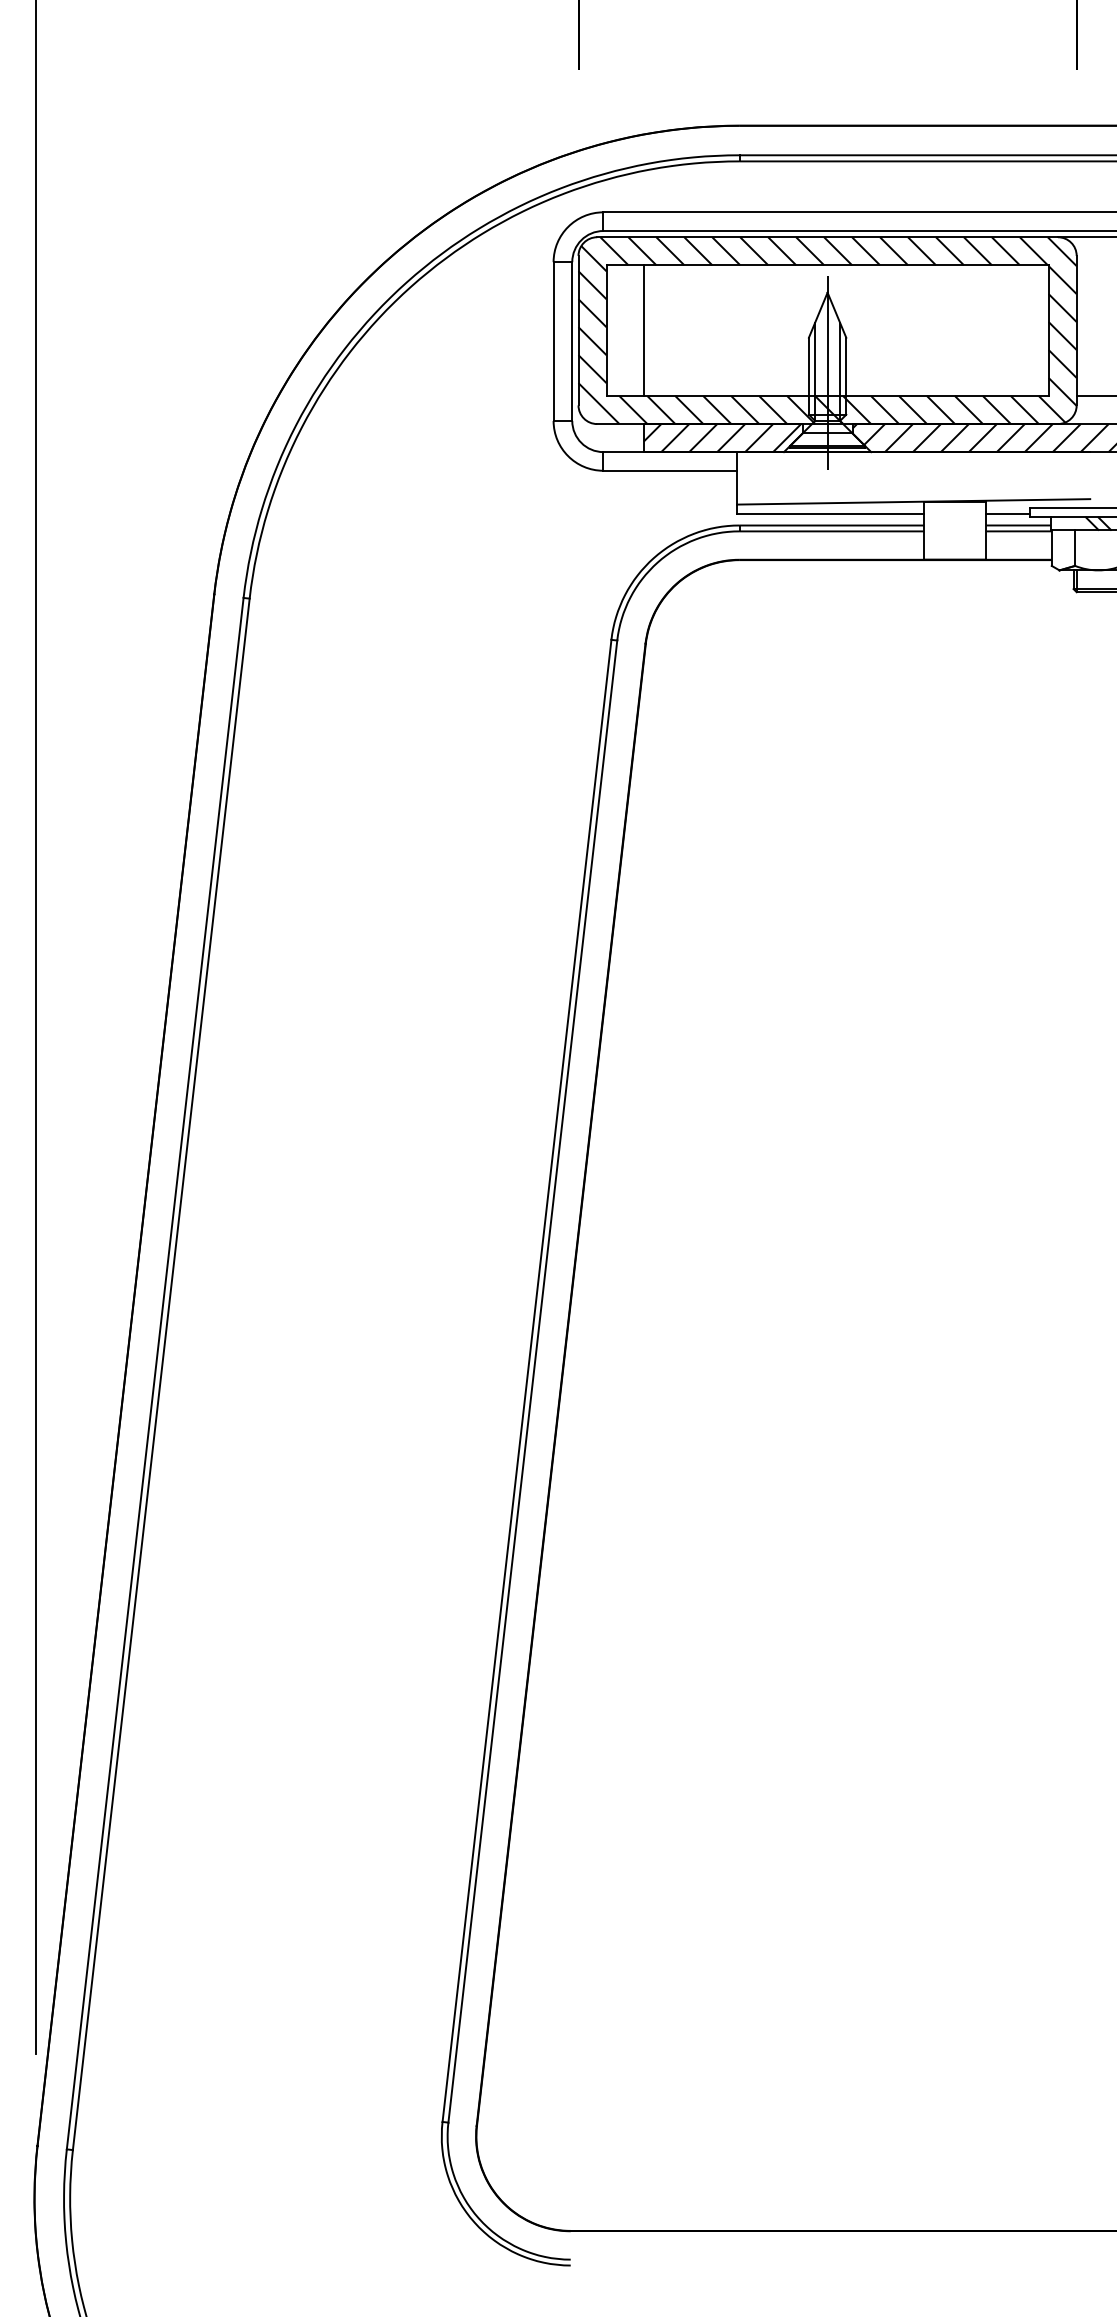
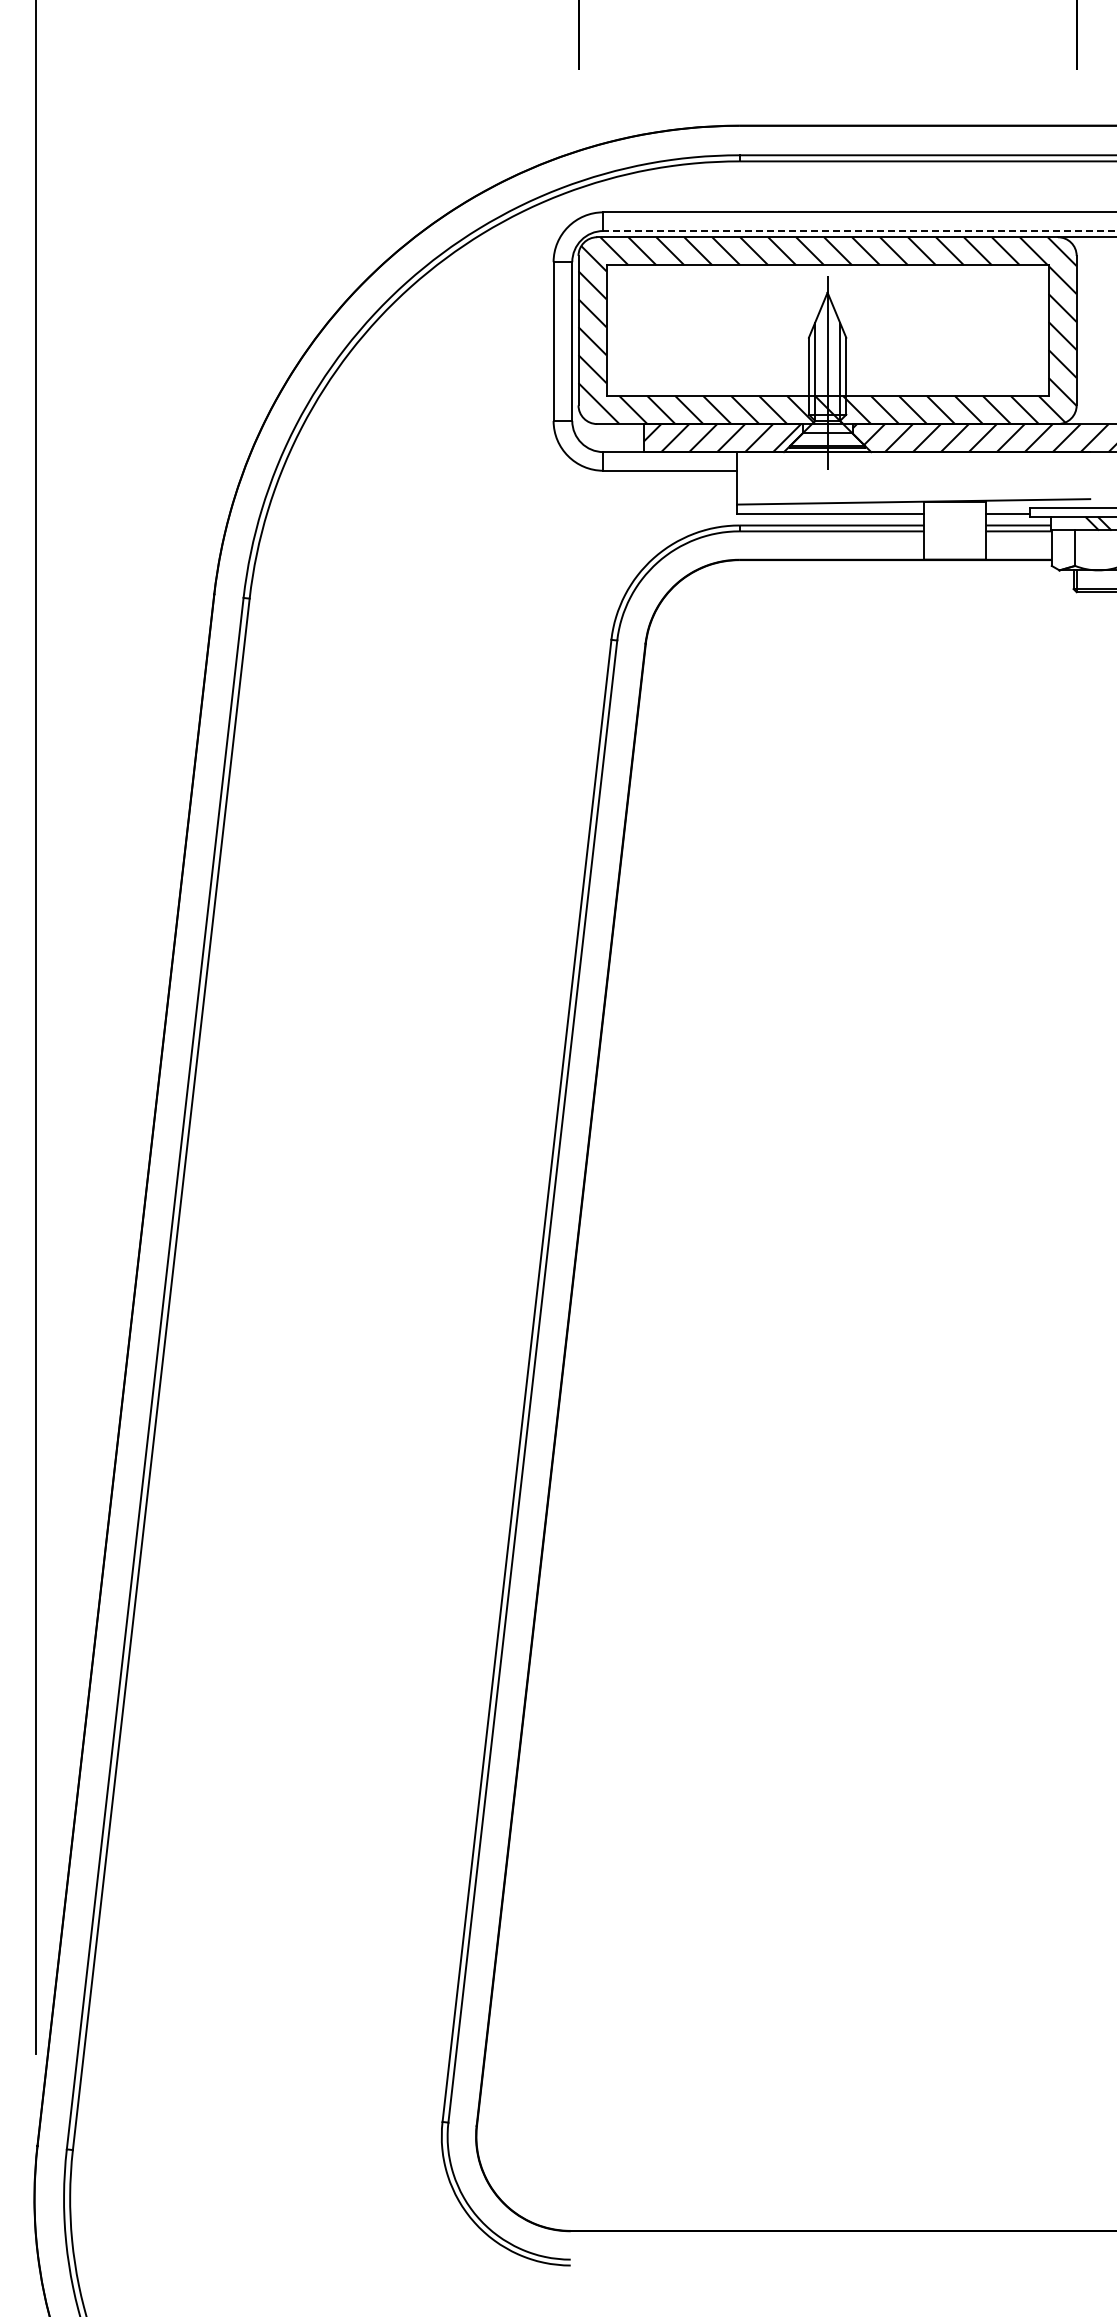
line at (859, 231): solid -> dashed
line at (643, 330): present -> none
line at (1094, 396): present -> none
